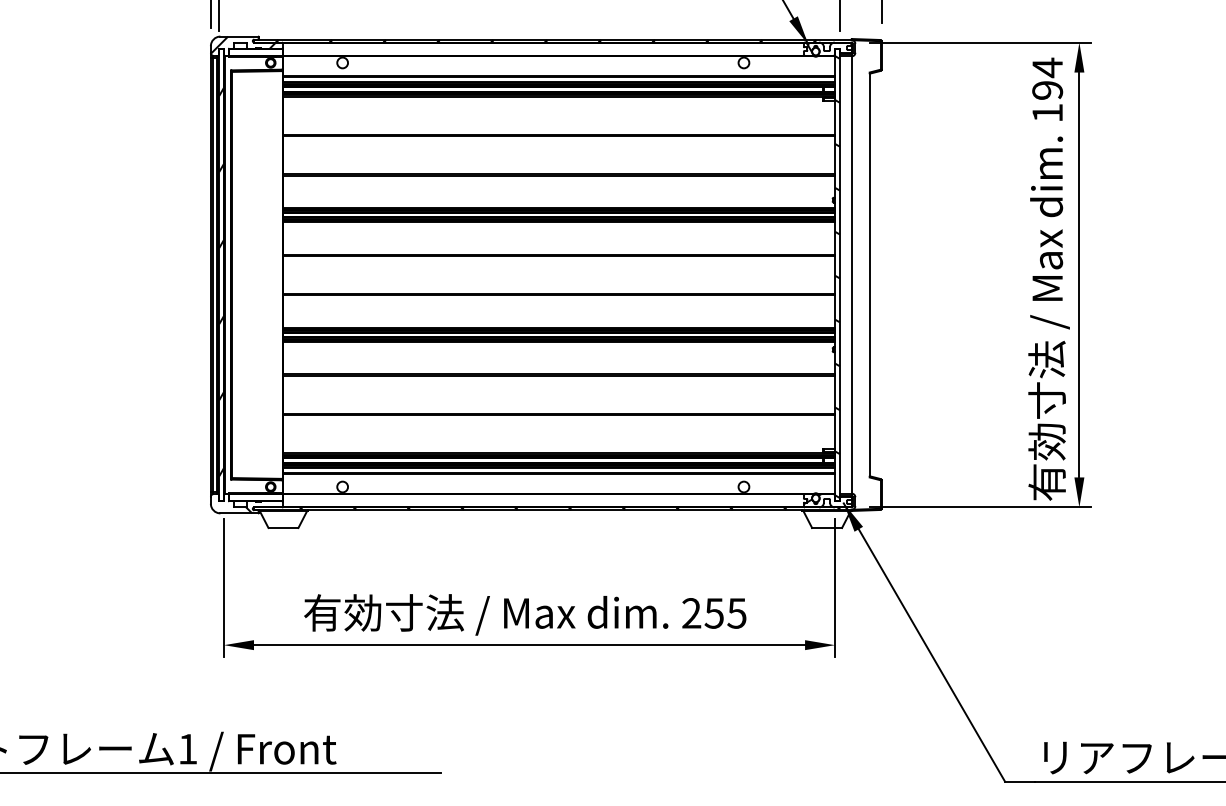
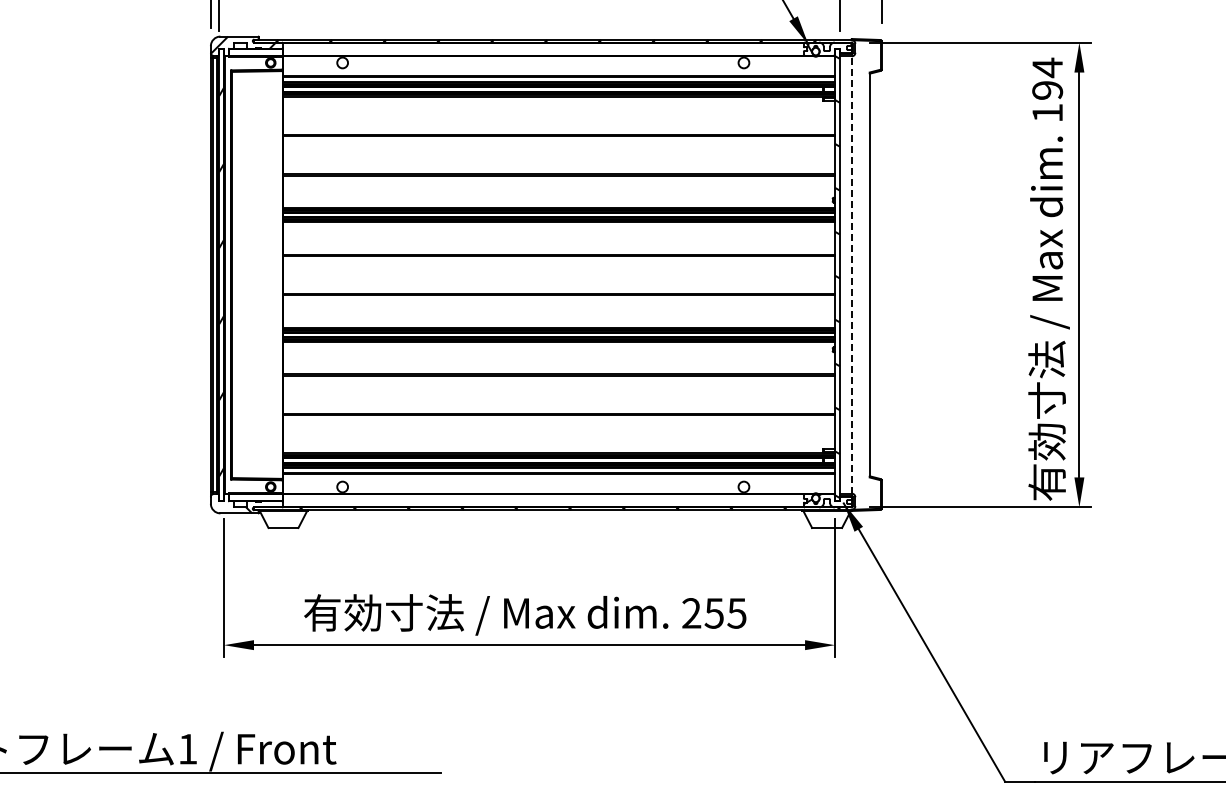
line at (851, 275): solid -> dashed
